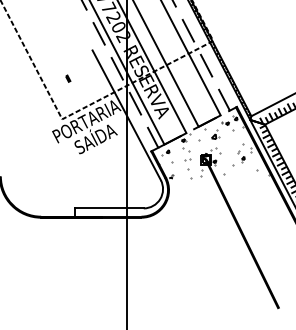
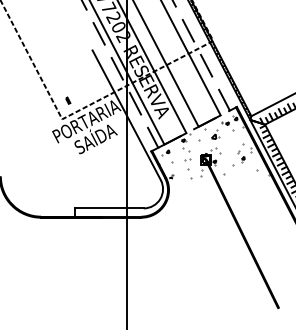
part at (68, 78) position: (68, 78) -> (68, 100)
